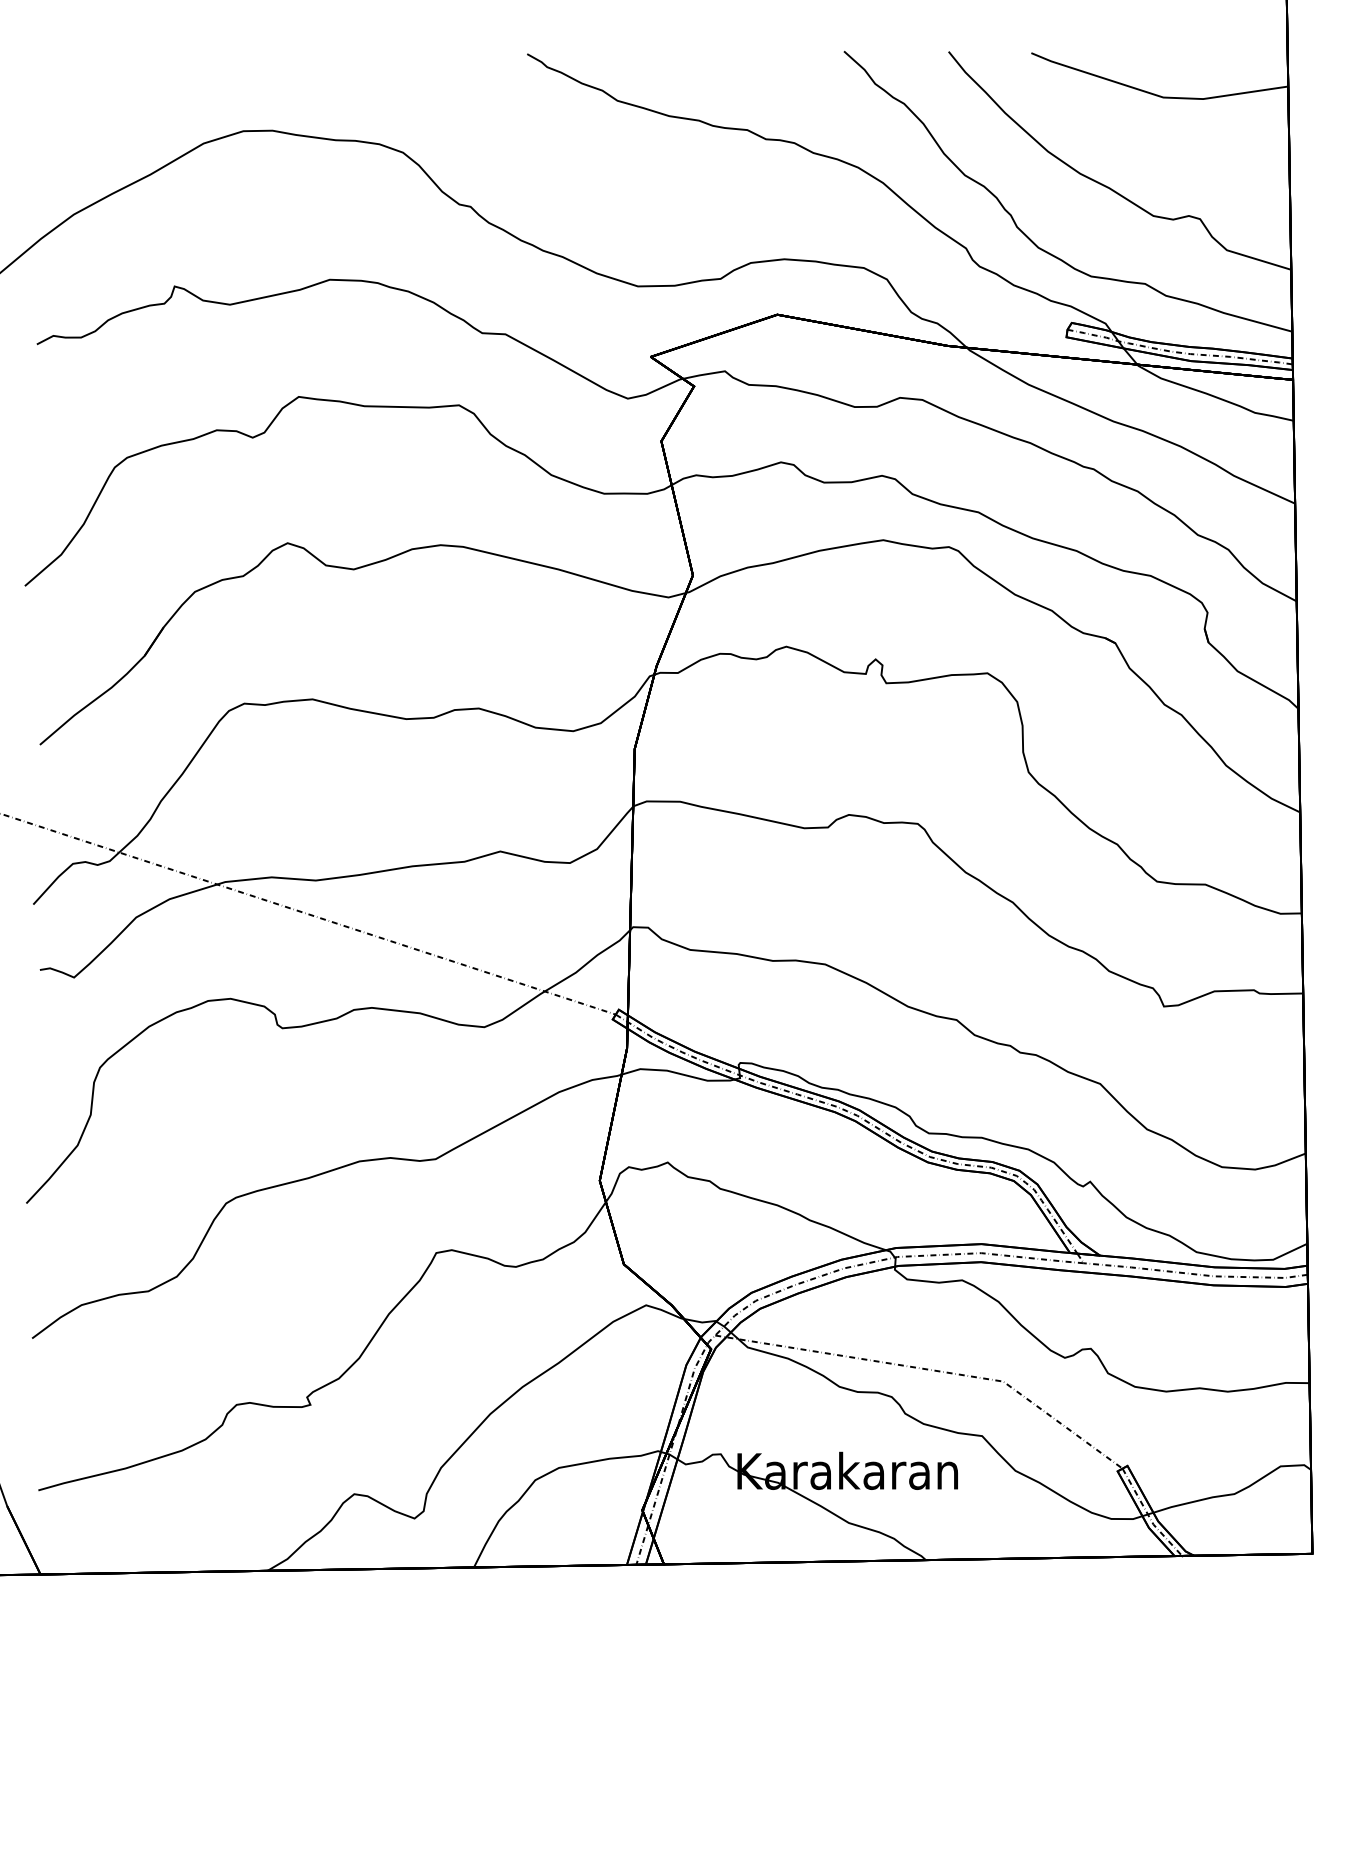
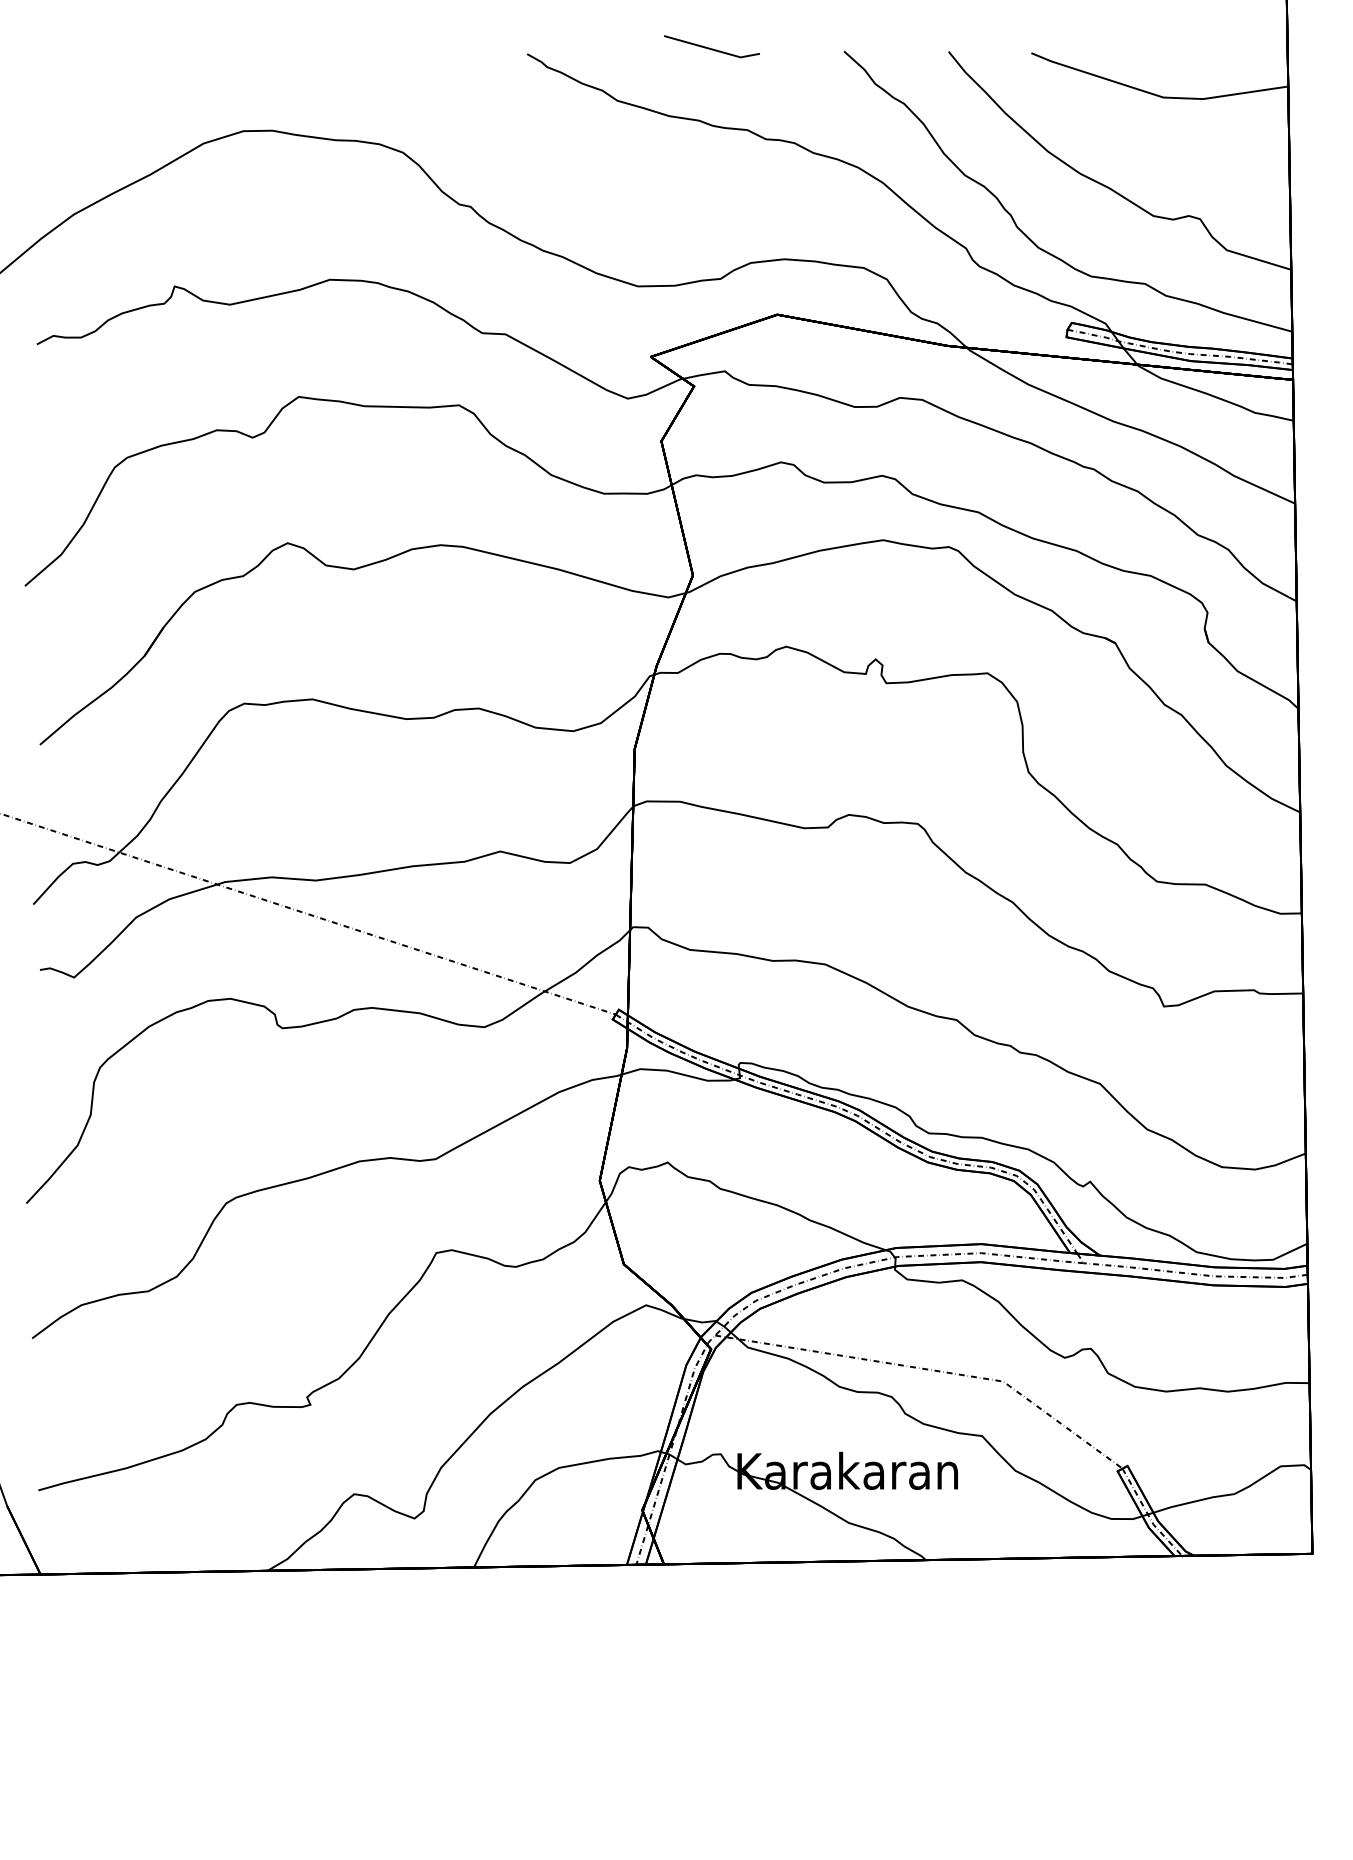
line at (711, 48): none -> present
